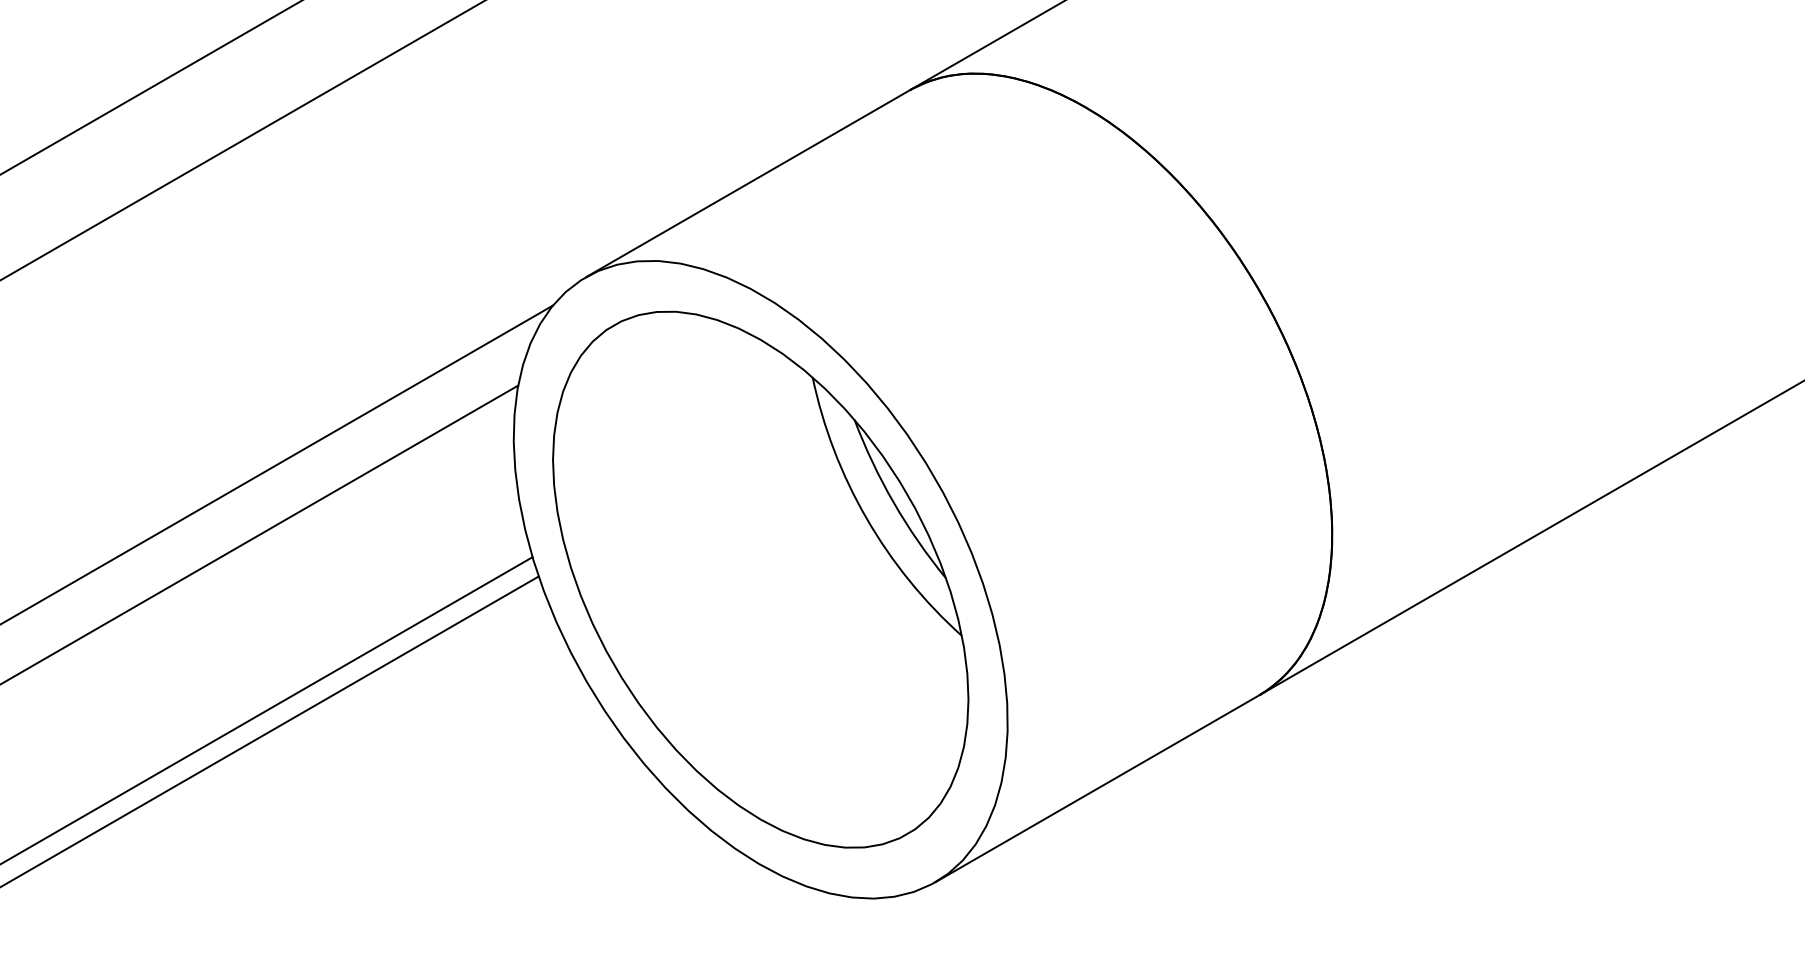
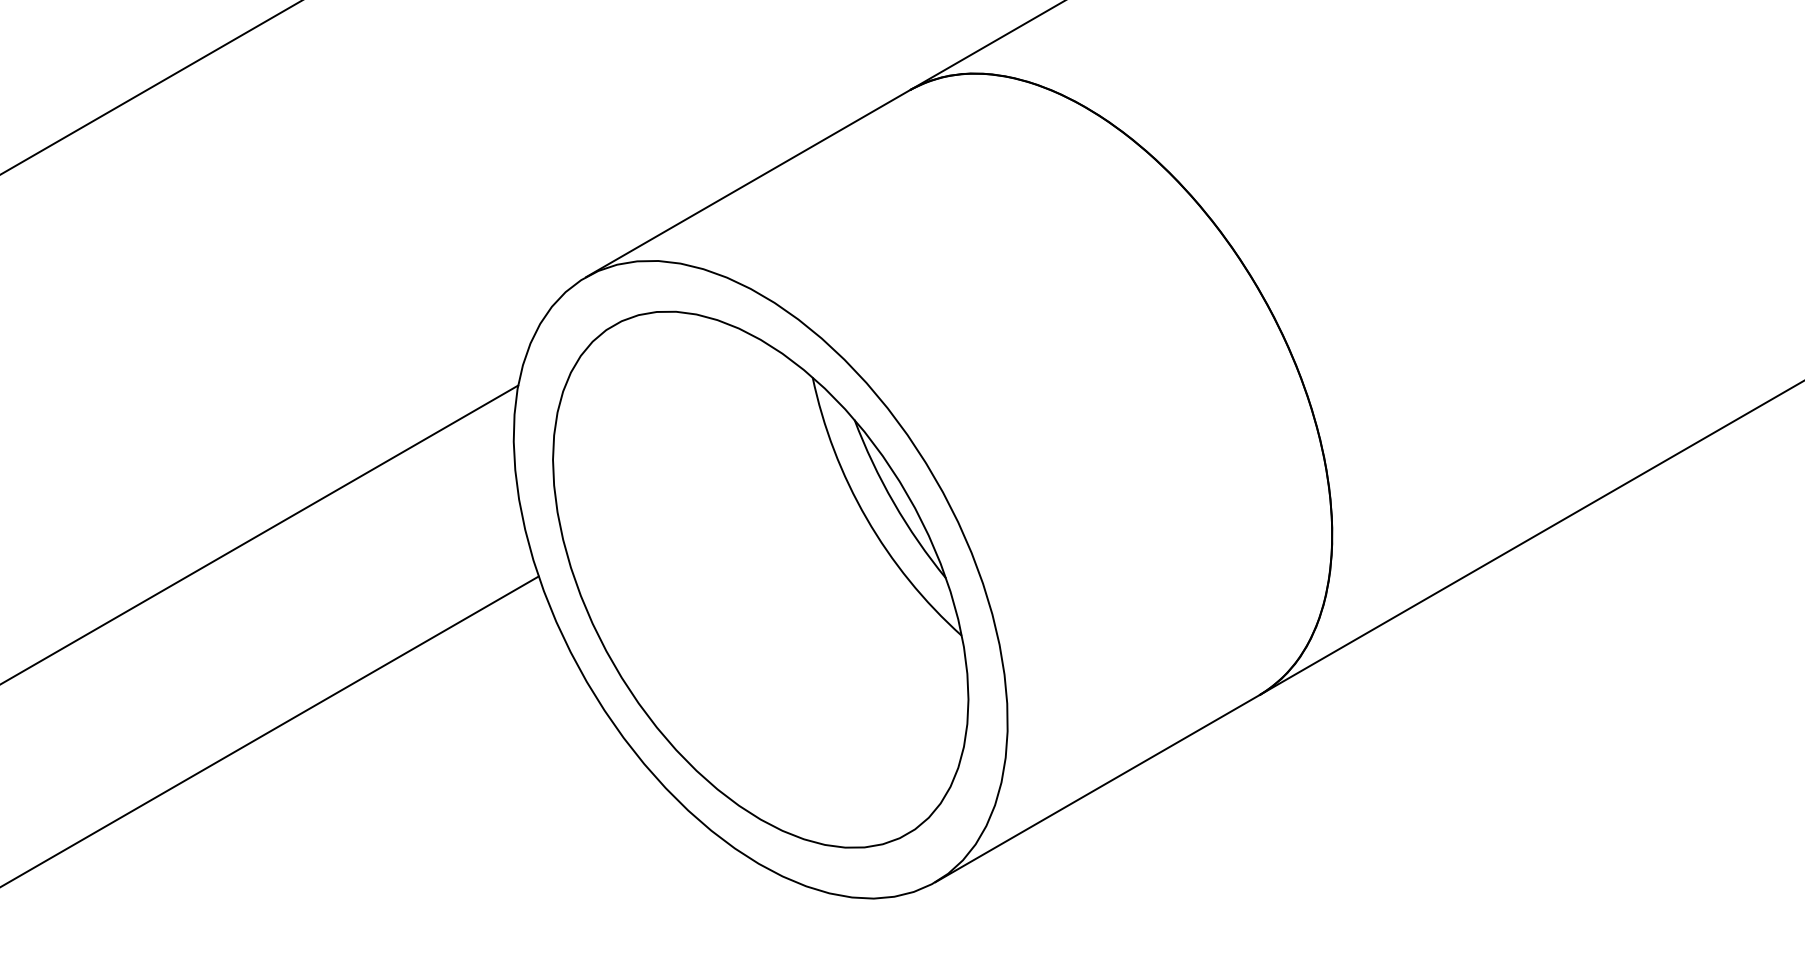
line at (242, 140): present -> none
line at (277, 464): present -> none
line at (267, 710): present -> none
